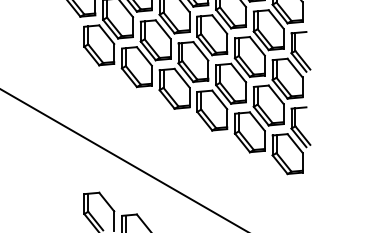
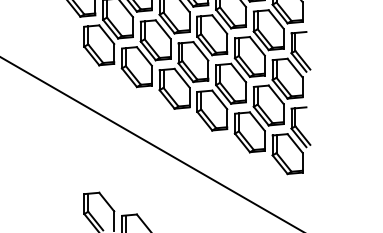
line at (123, 159) position: (123, 159) -> (150, 143)
